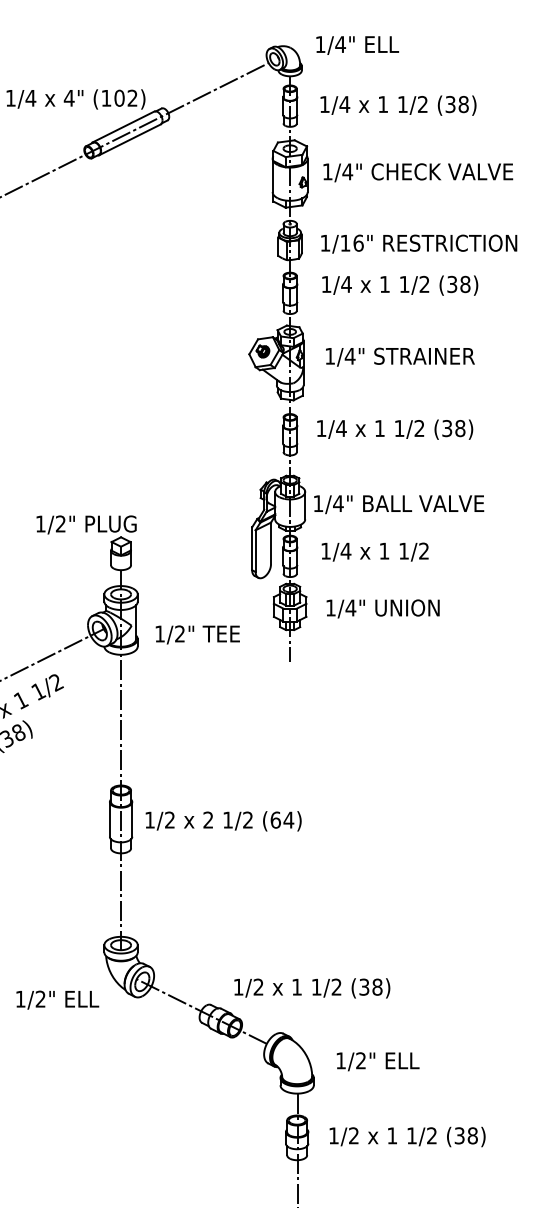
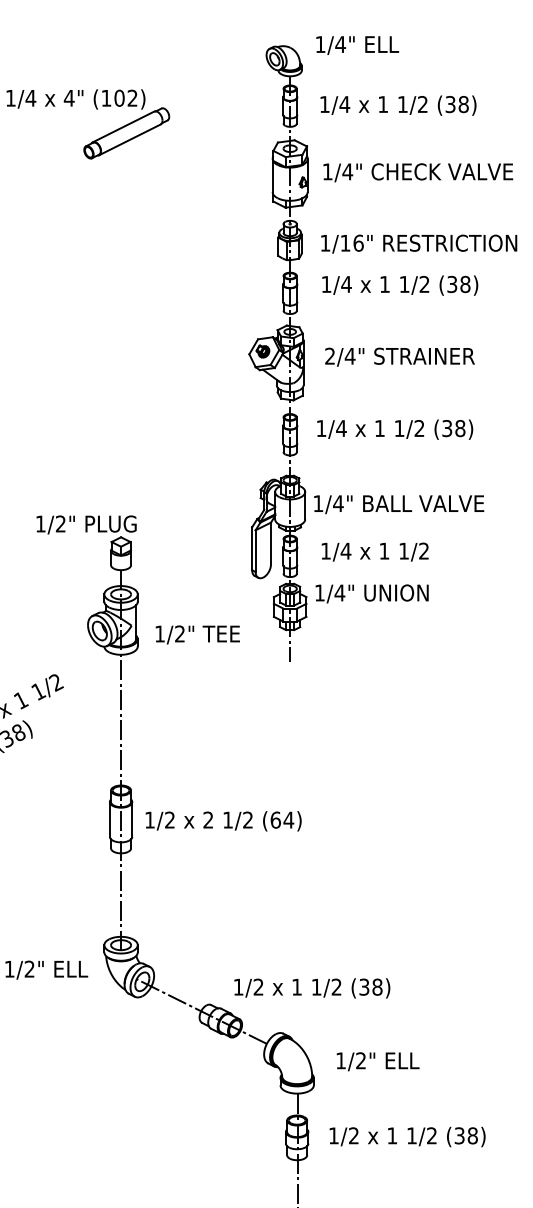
line at (135, 129): present -> none
text at (329, 355): 1/4" -> 2/4"
text at (382, 608) position: (382, 608) -> (371, 593)
line at (53, 653): present -> none
text at (57, 999) position: (57, 999) -> (46, 969)
